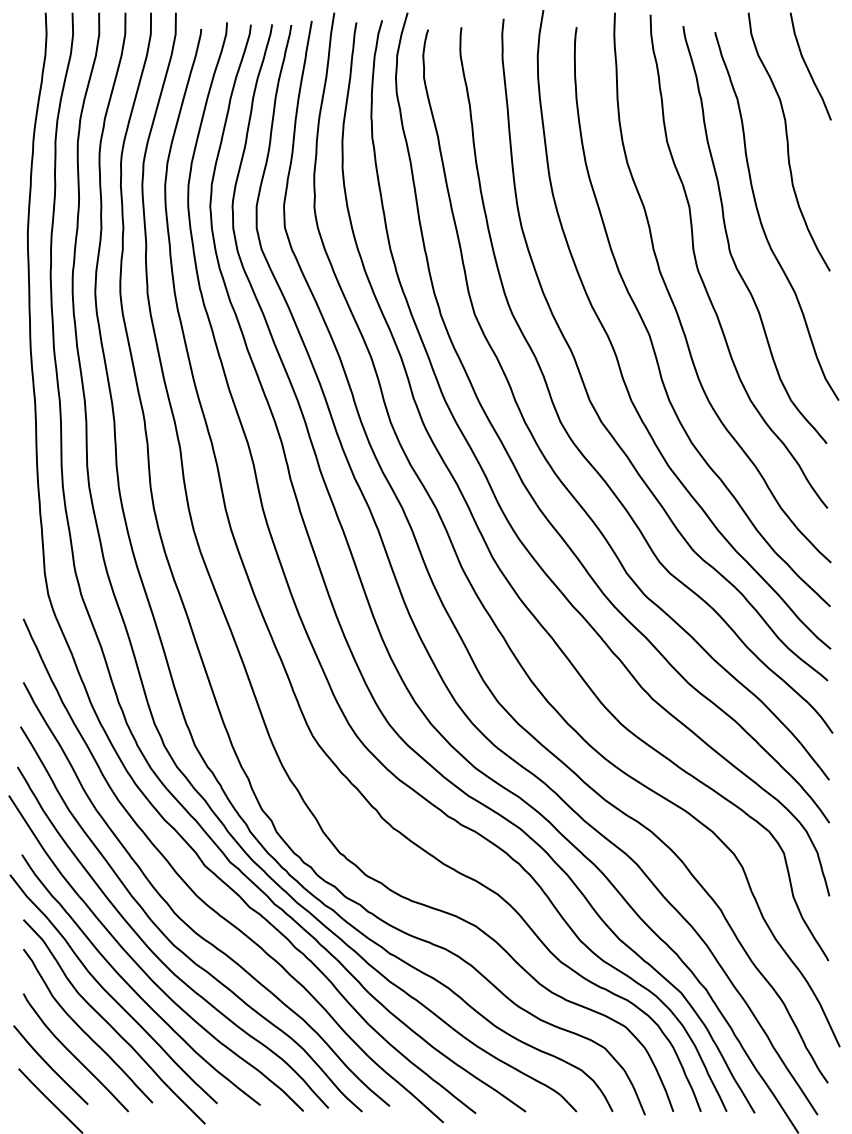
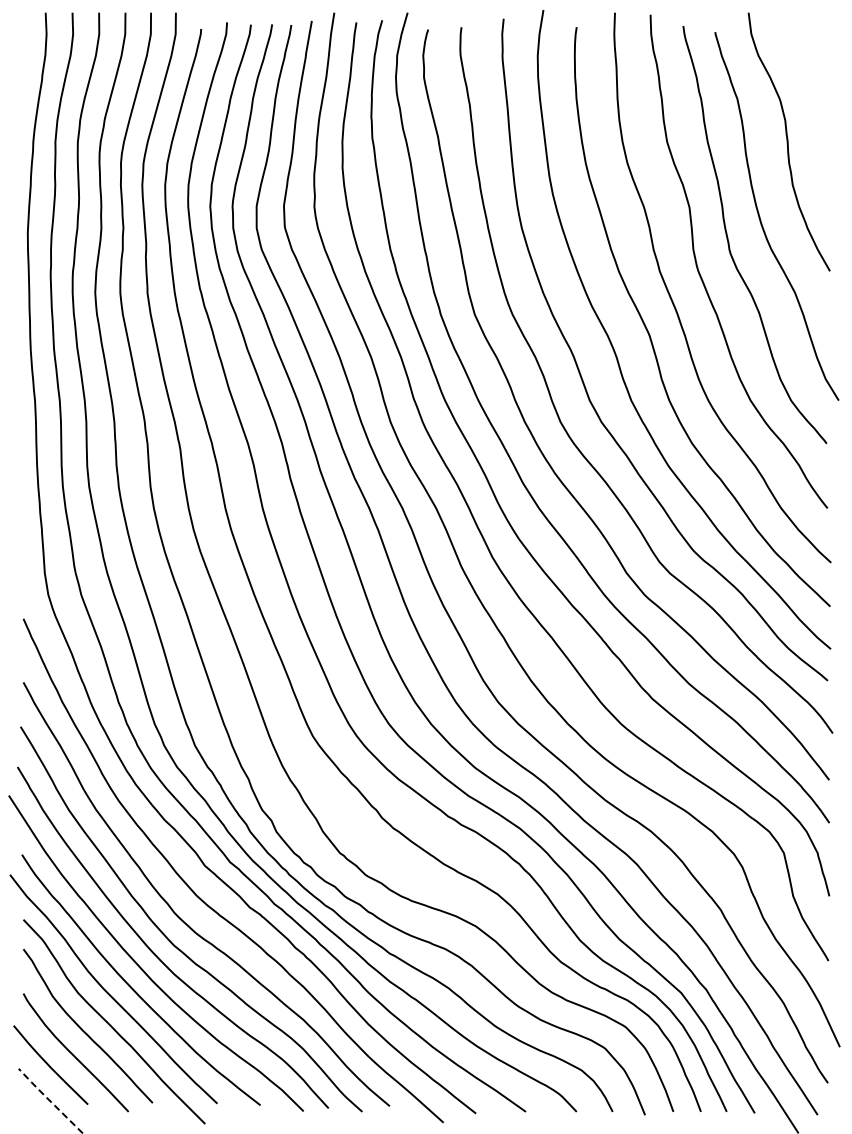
curve at (808, 67): present -> none
line at (49, 1100): solid -> dashed
